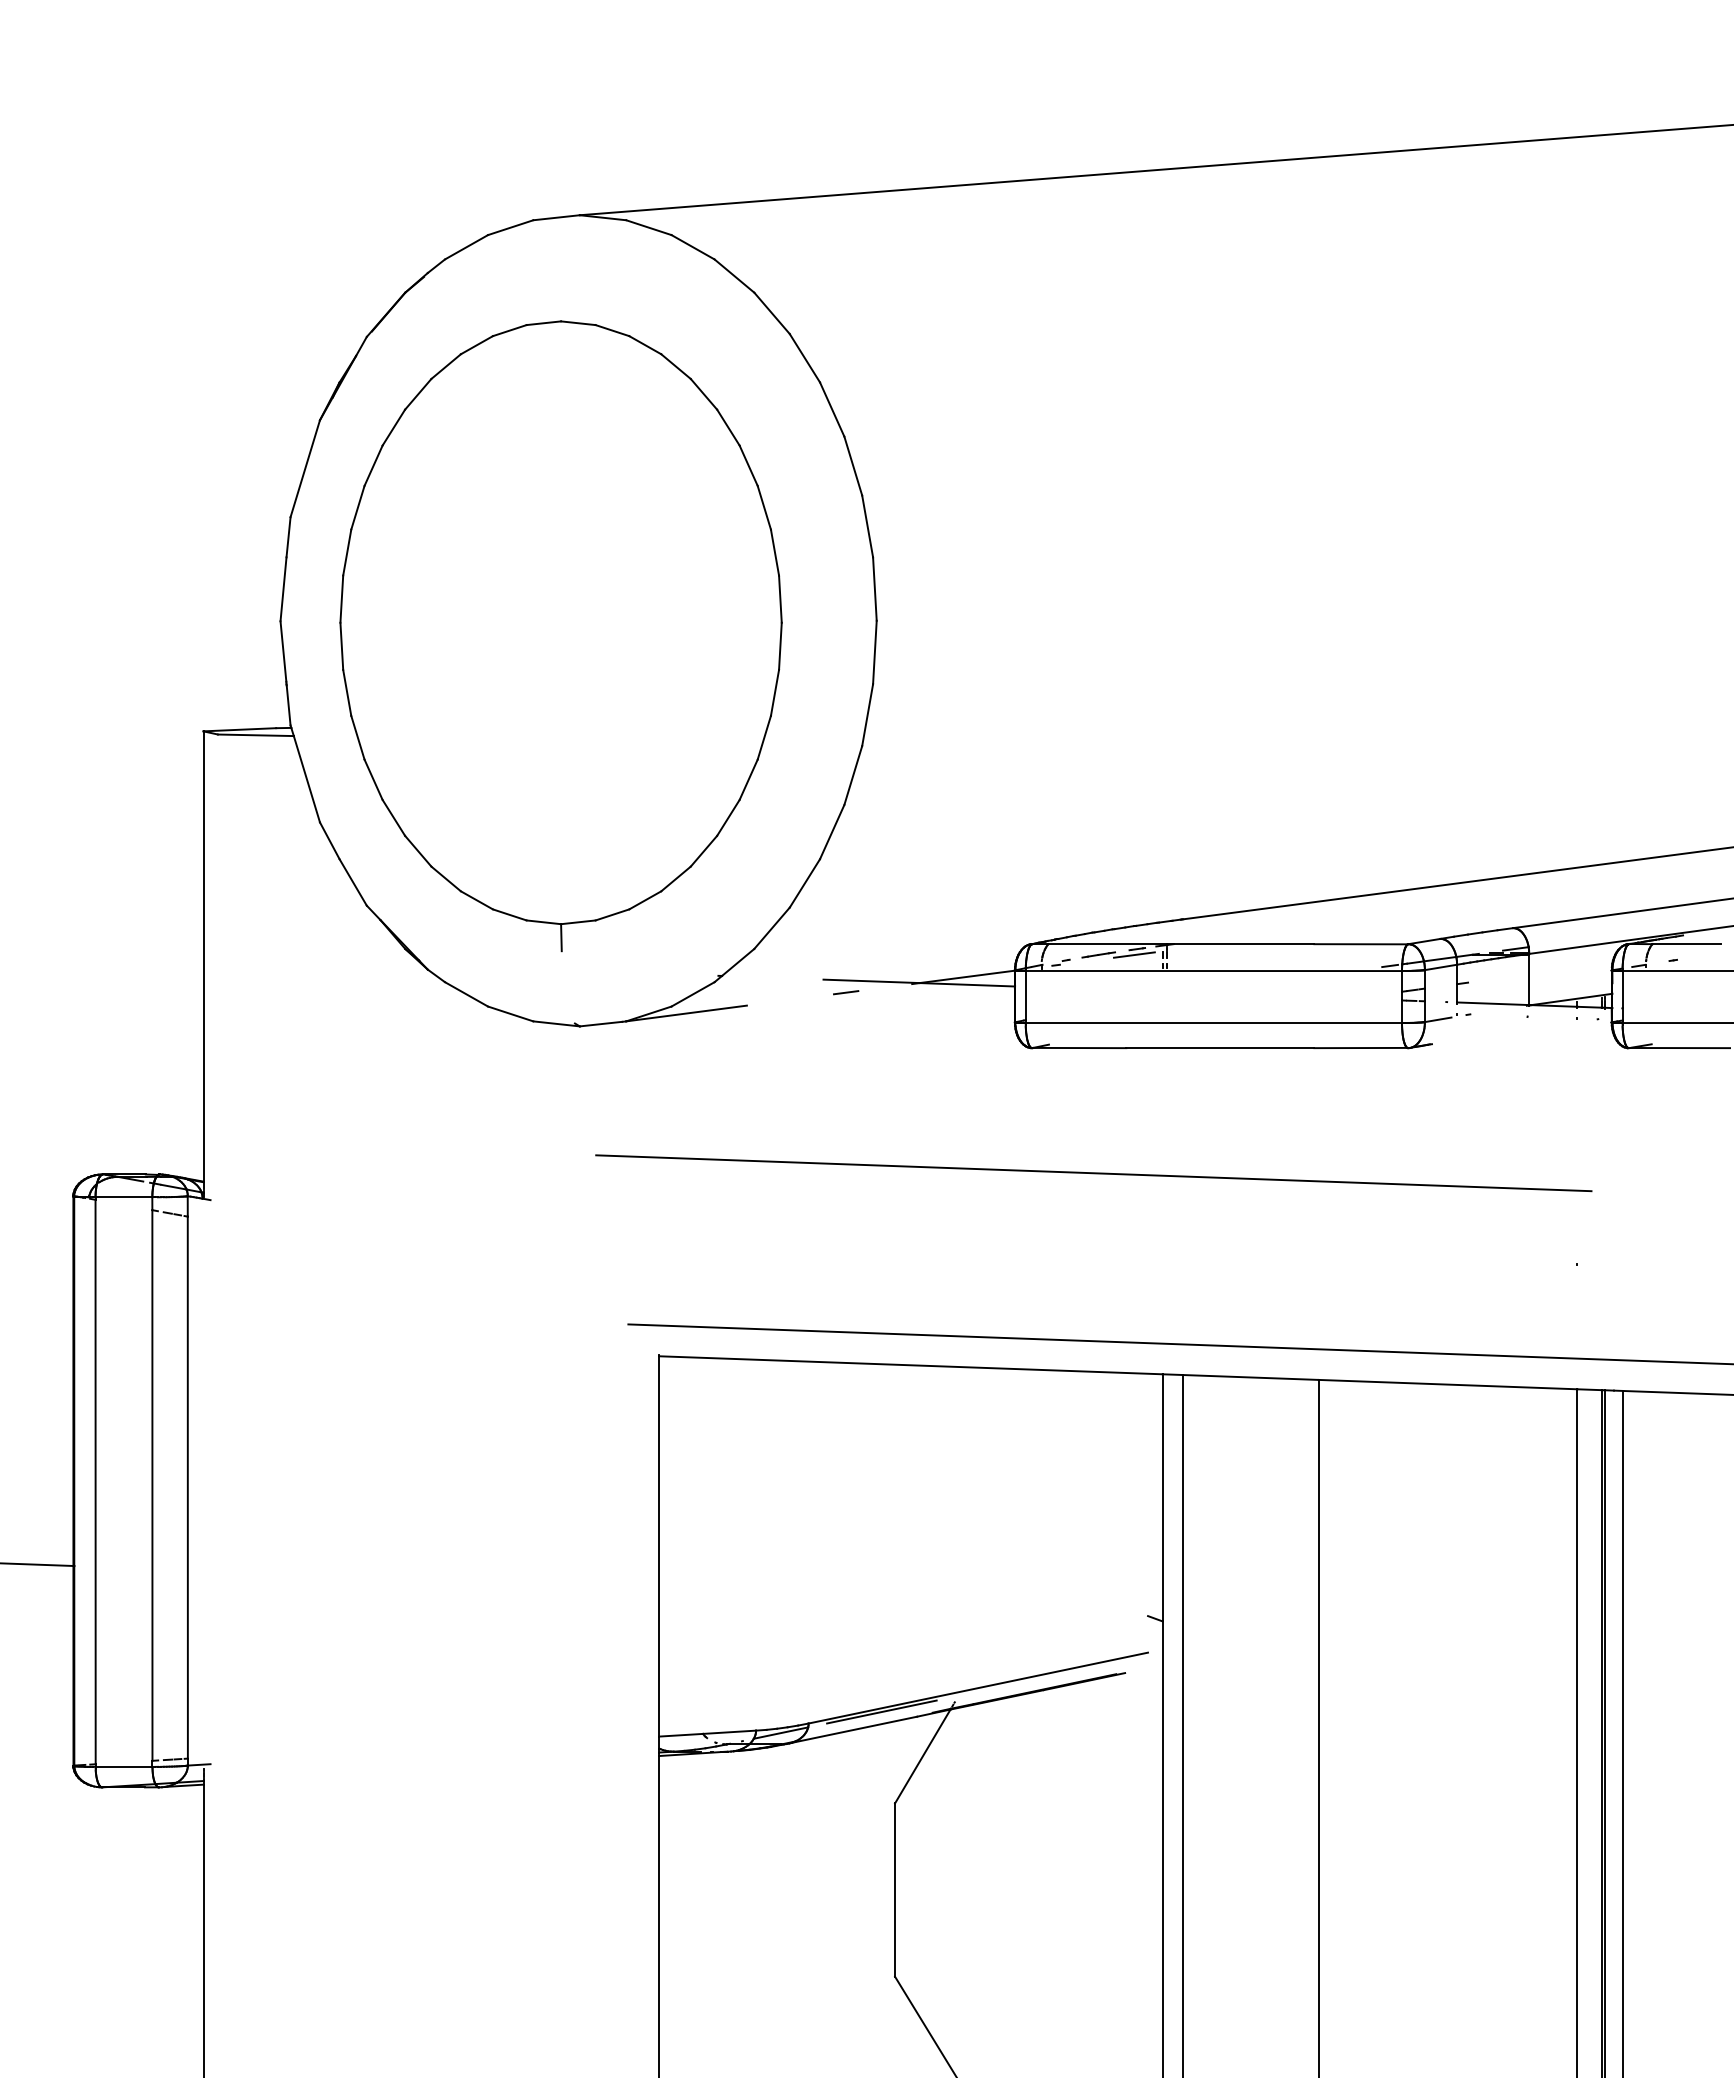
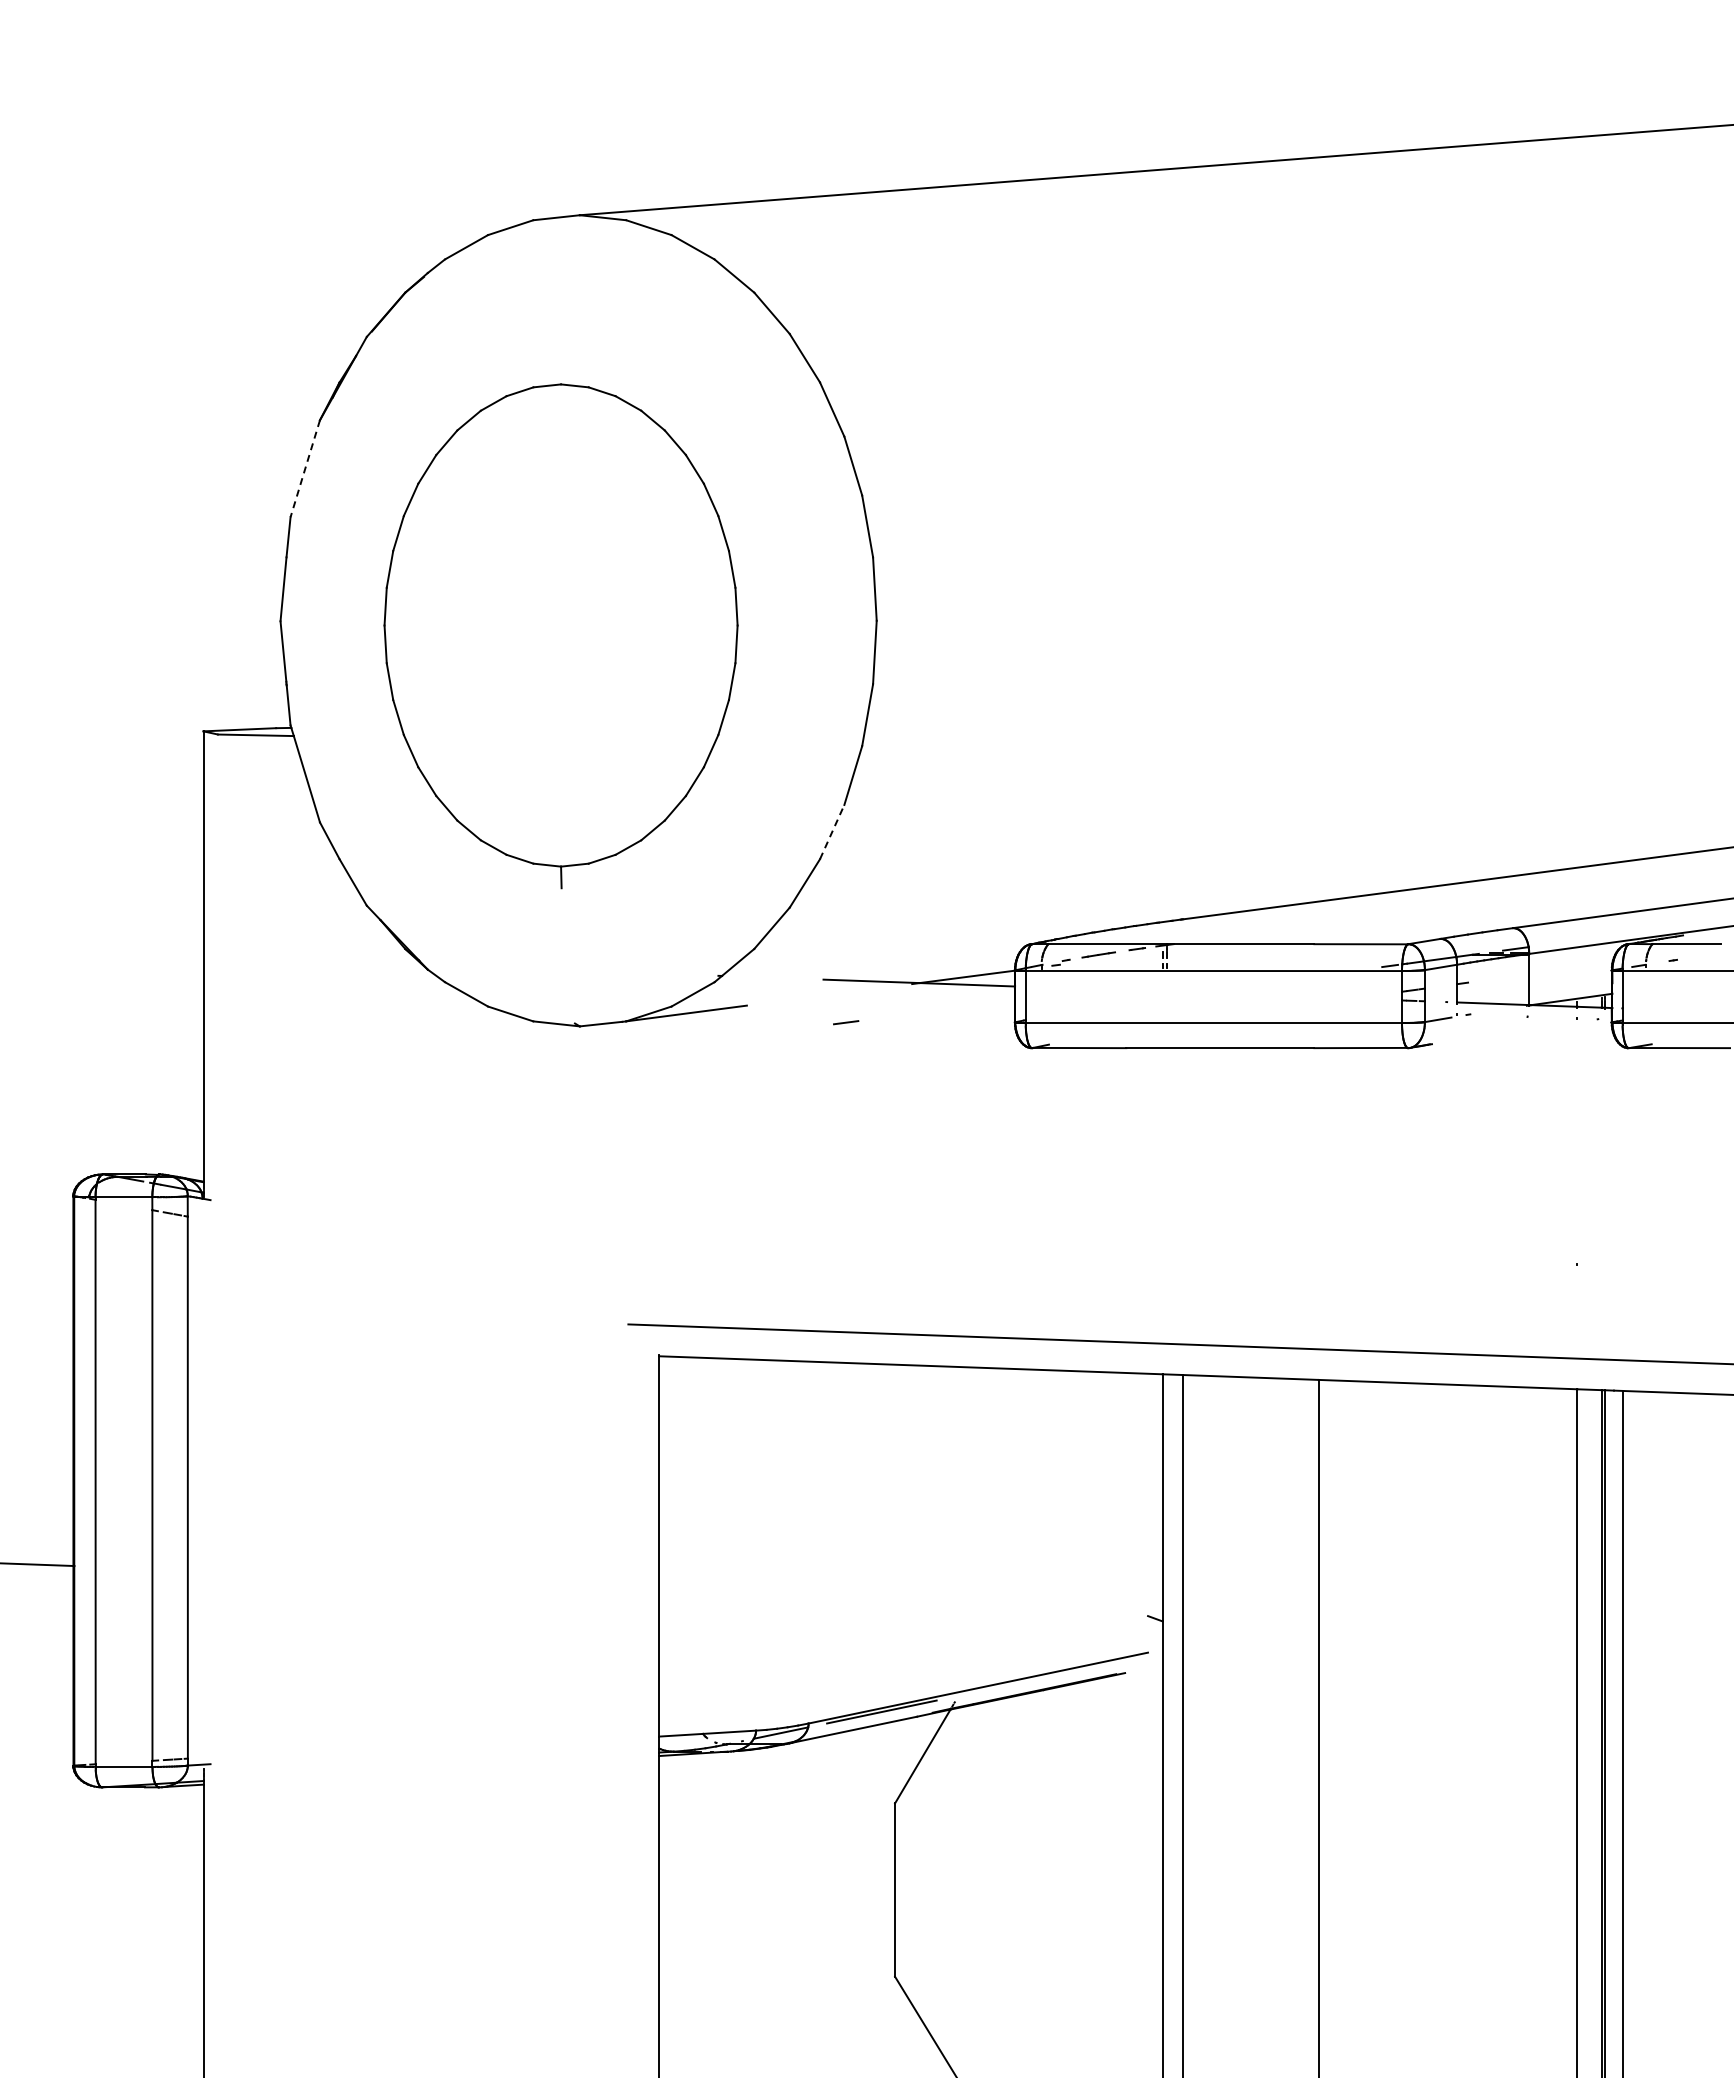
line at (305, 468): solid -> dashed
part at (560, 636) size: 444x633 px -> 356x507 px
line at (832, 832): solid -> dashed
line at (1134, 954): present -> none
line at (846, 992) position: (846, 992) -> (846, 1022)
line at (1093, 1173): present -> none
